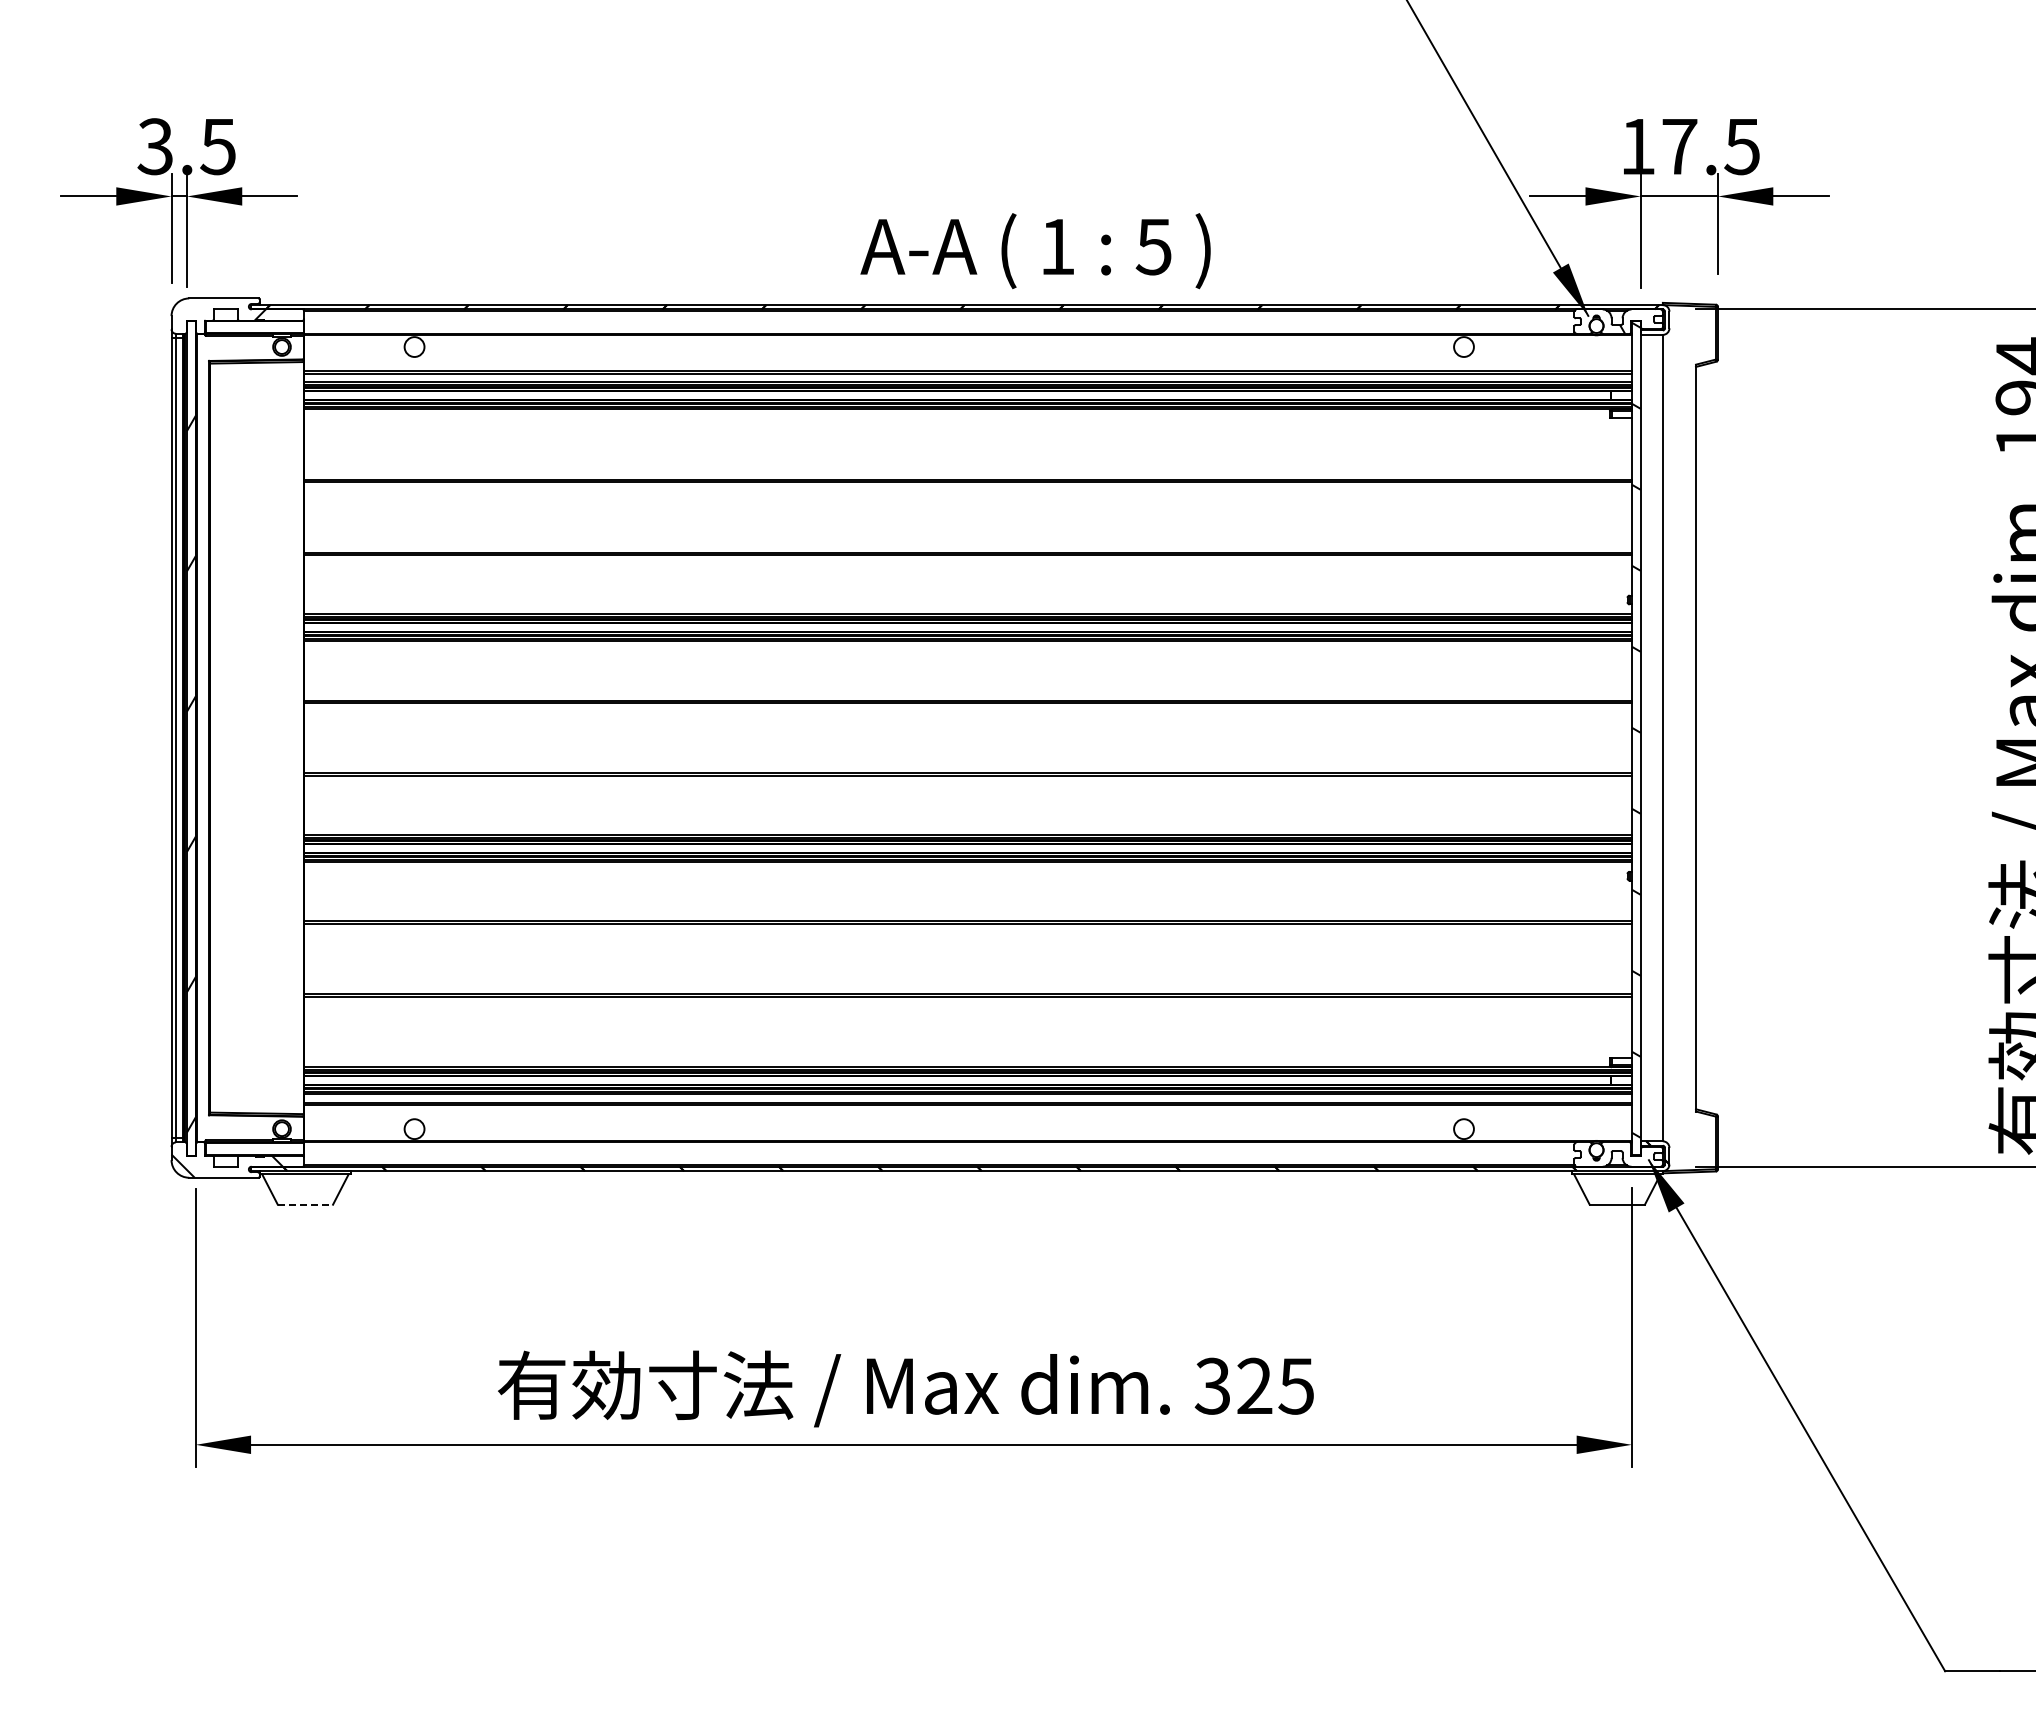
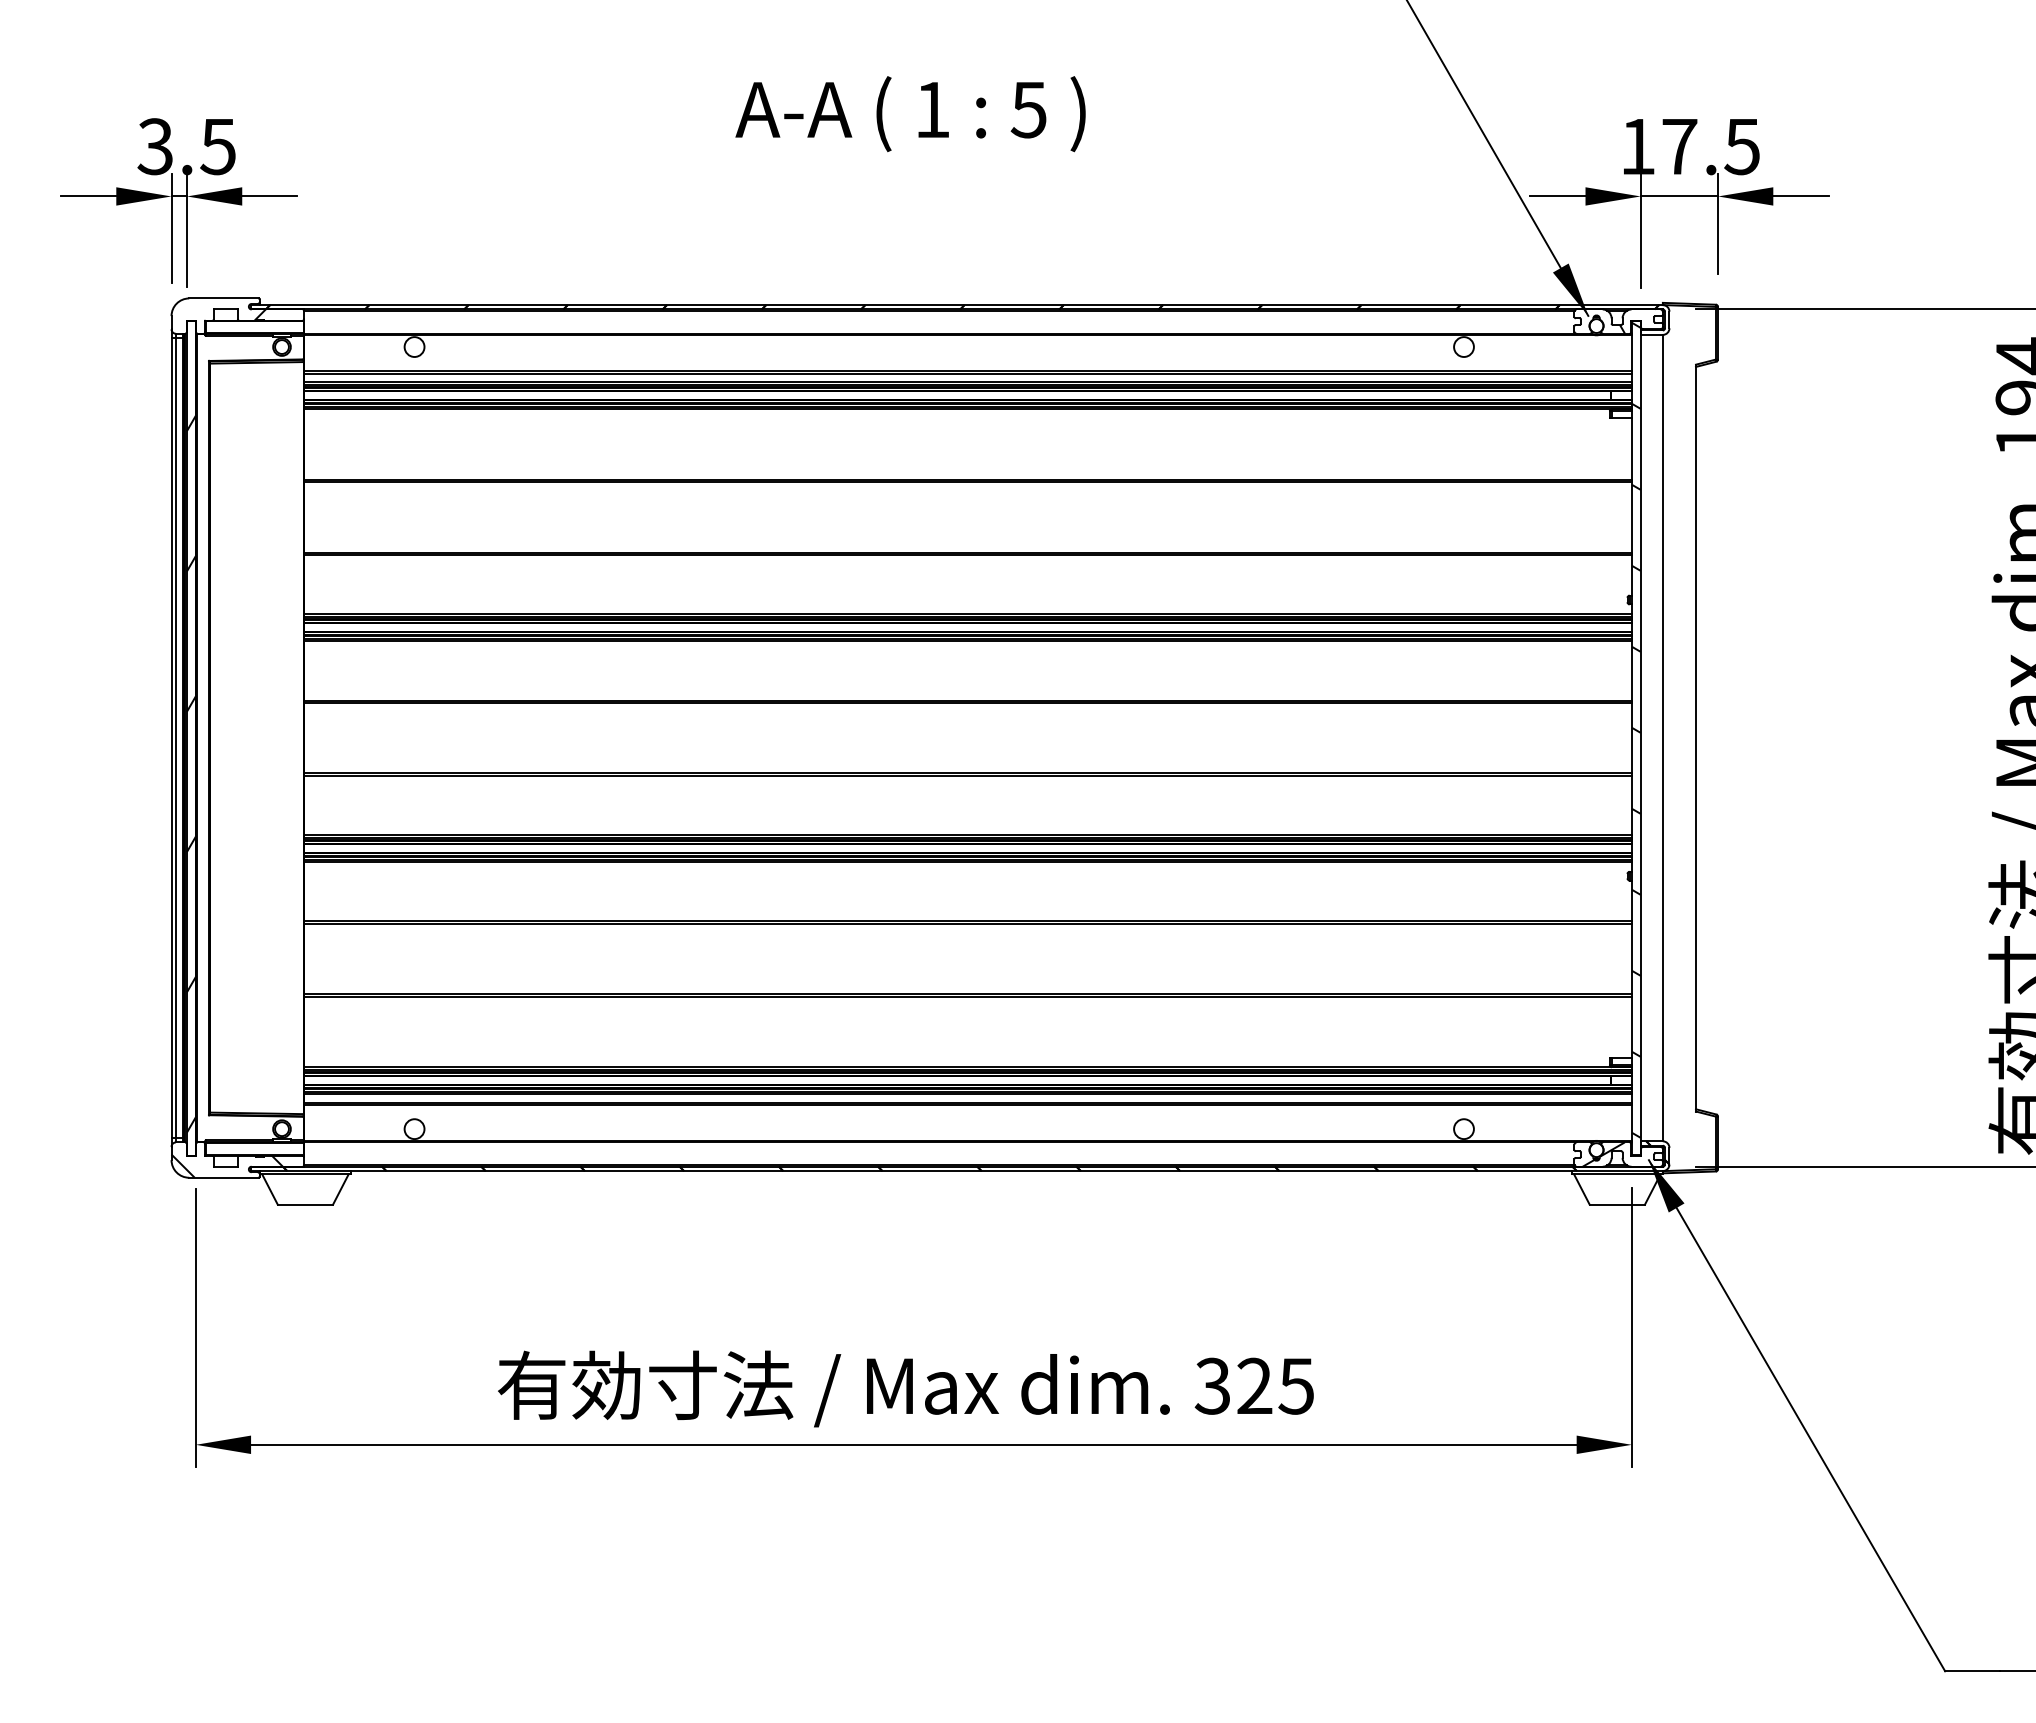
text at (1035, 251) position: (1035, 251) -> (910, 114)
hatch at (1603, 1154): none -> present
line at (305, 1204): dashed -> solid
